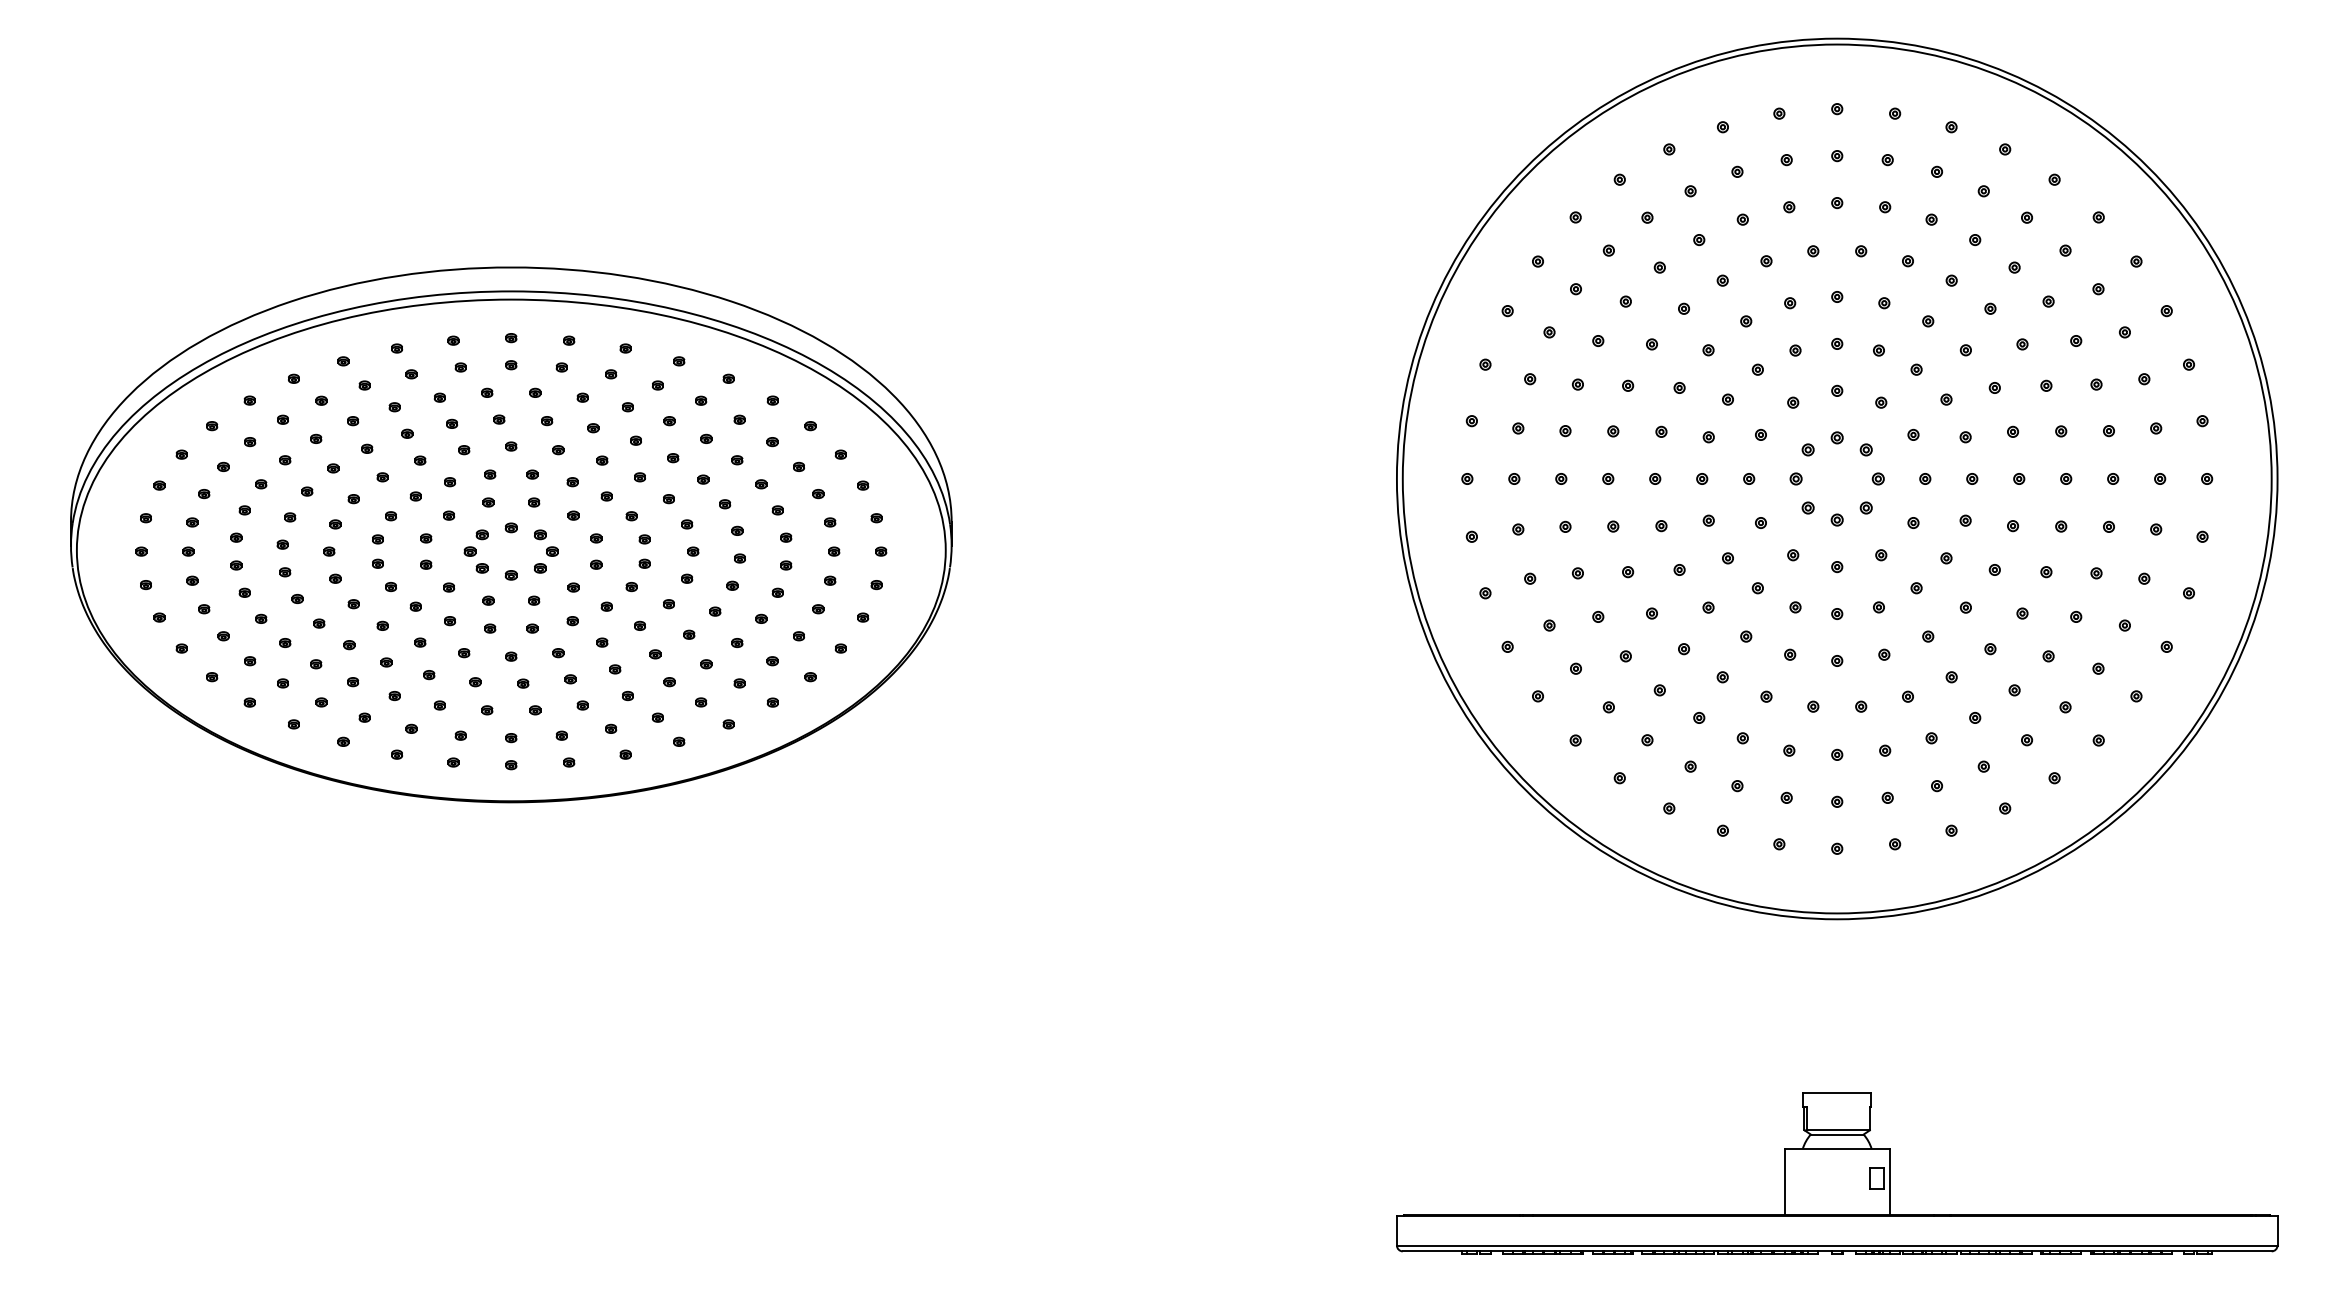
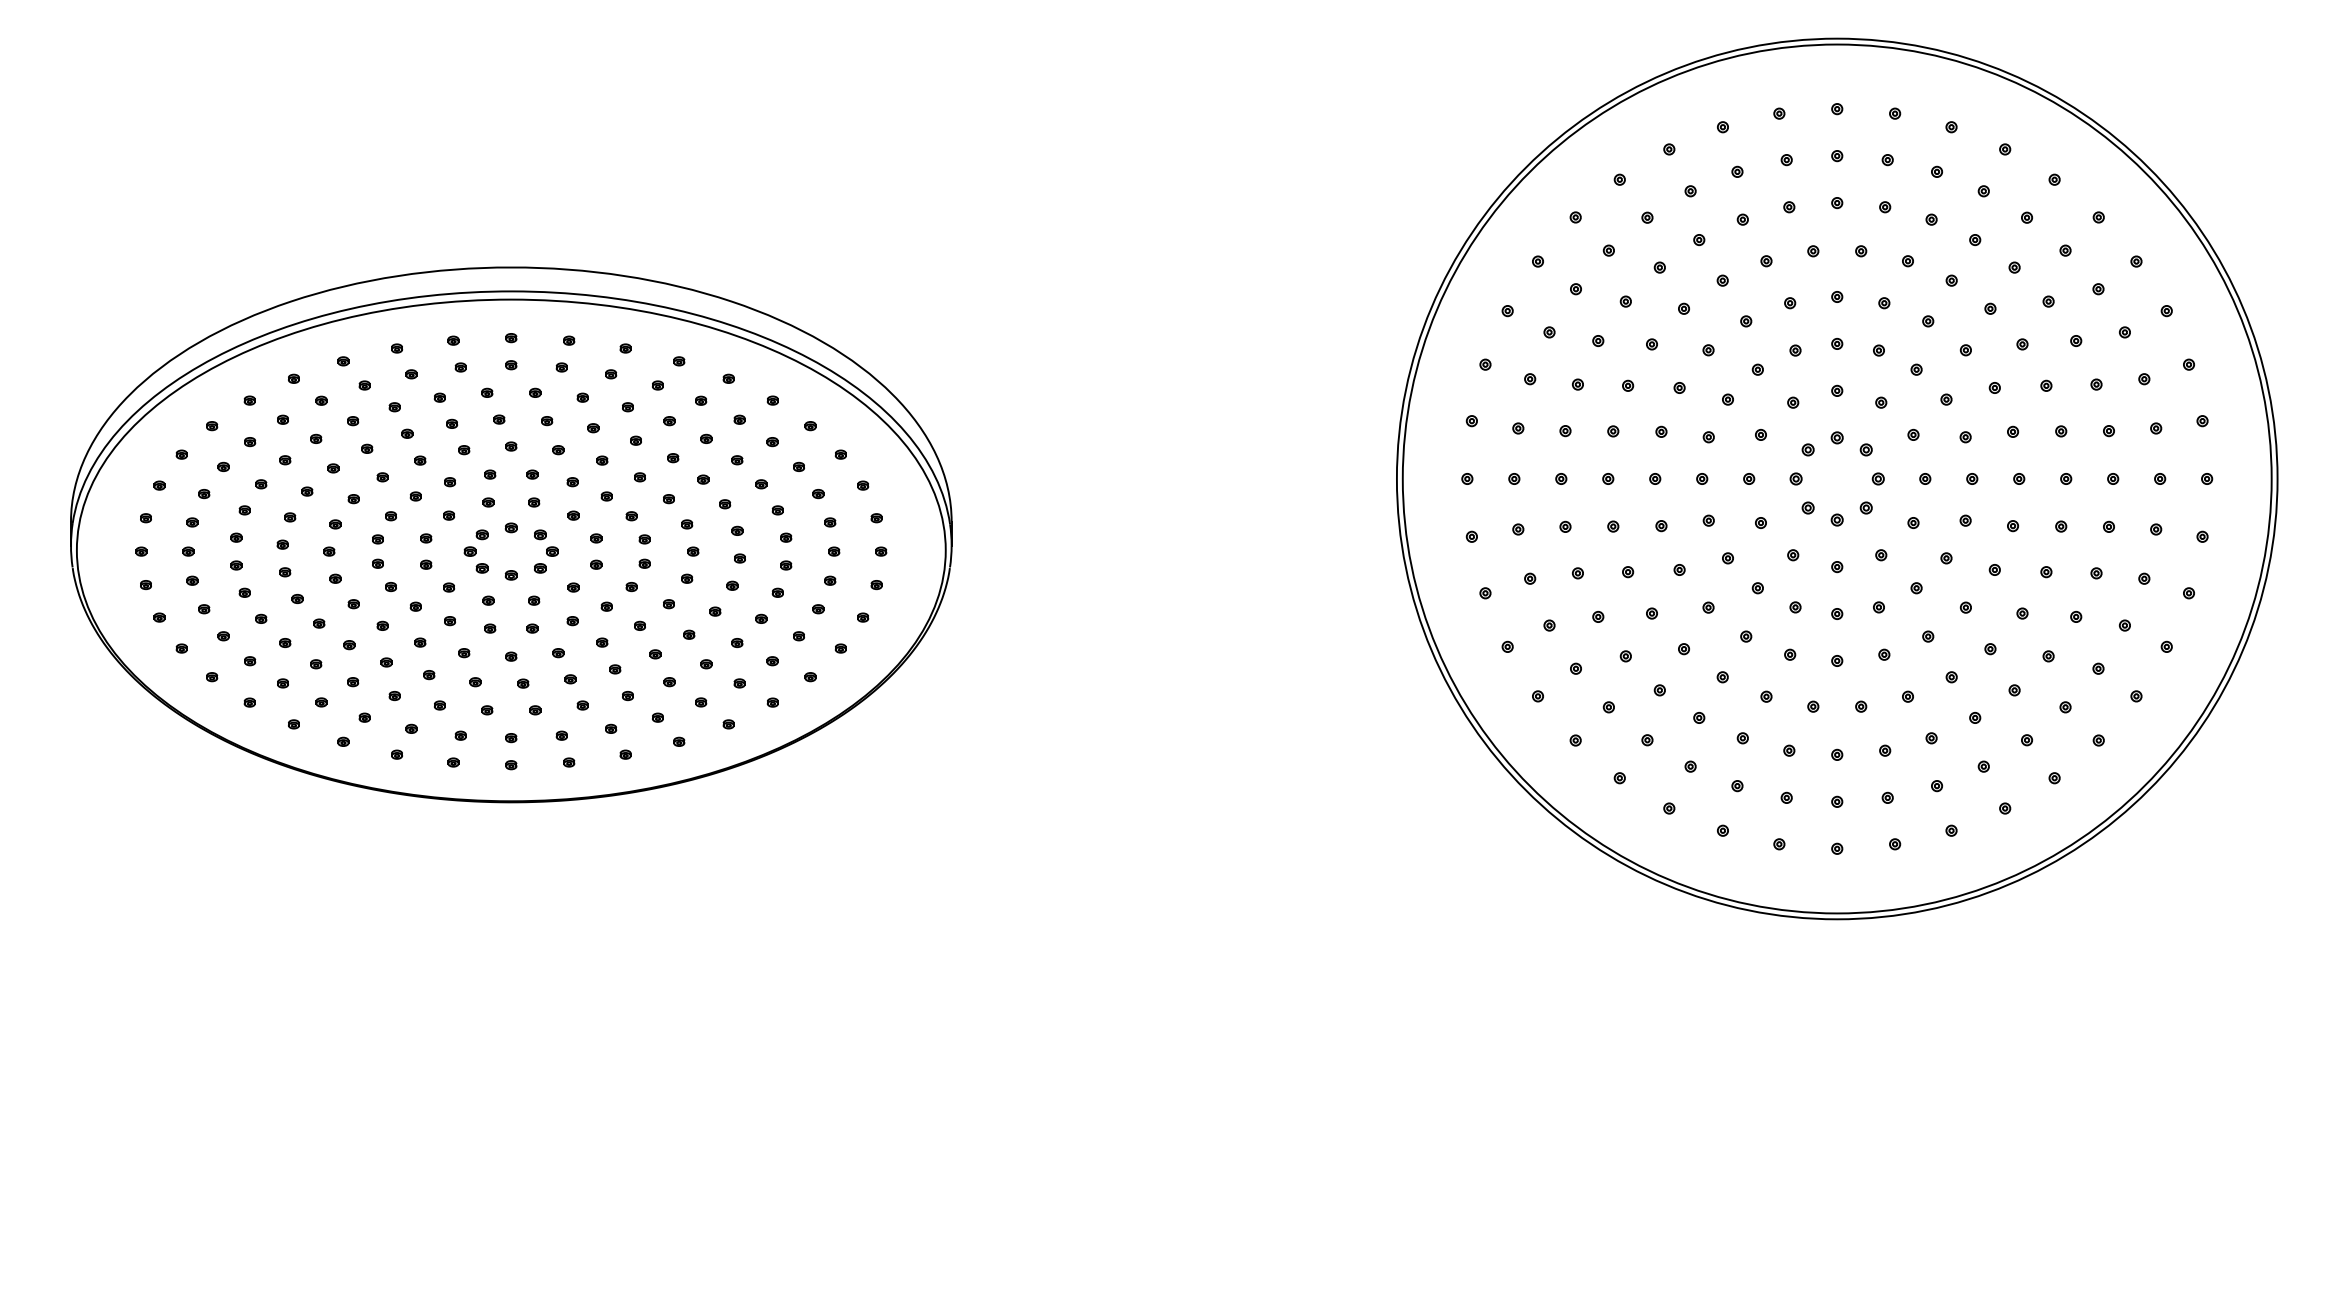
part at (1837, 1173): present -> none
